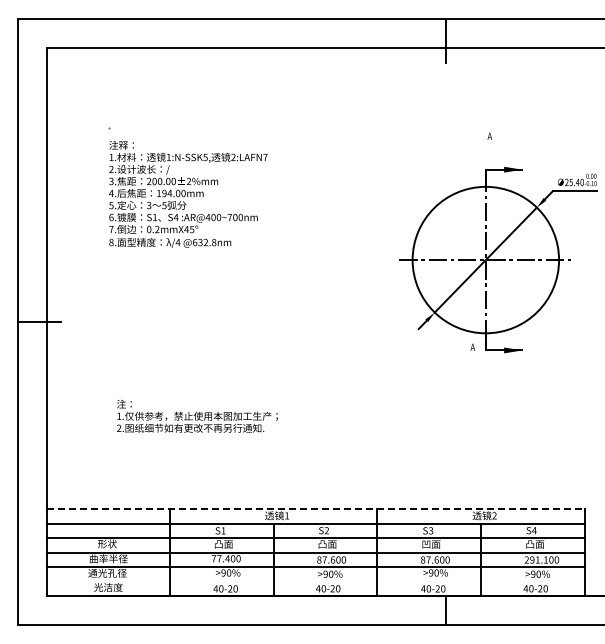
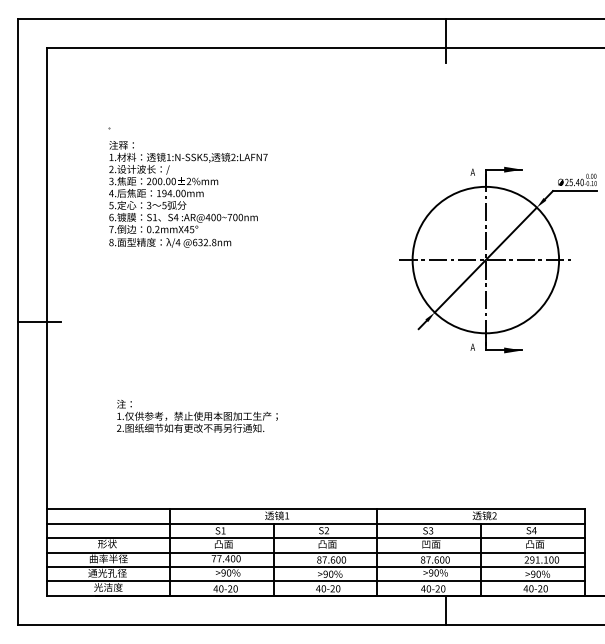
text at (489, 135) position: (489, 135) -> (472, 171)
line at (316, 509): dashed -> solid
line at (315, 581): none -> present
